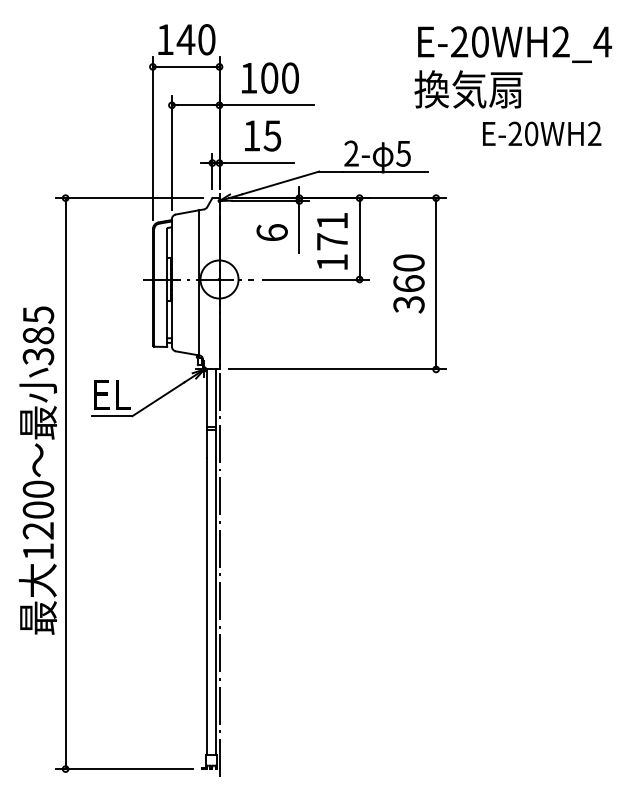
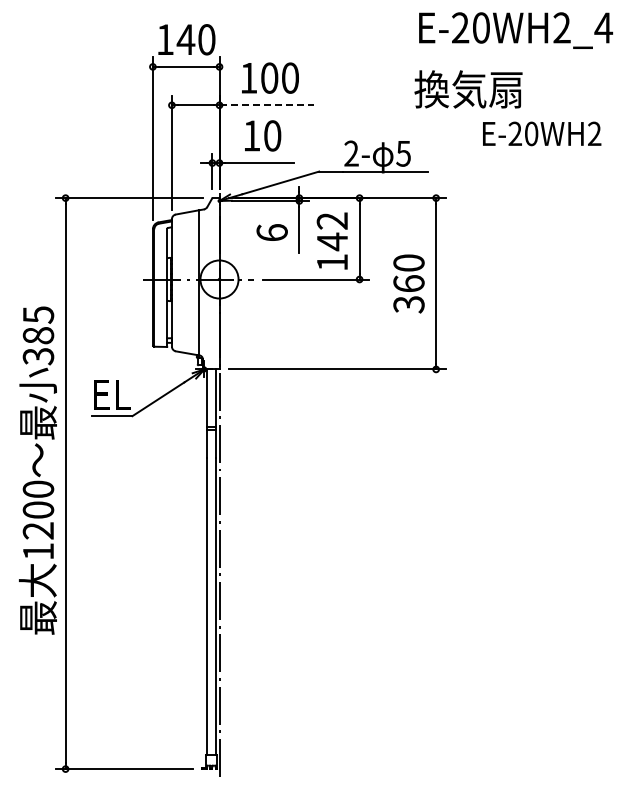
text at (514, 44) position: (514, 44) -> (515, 30)
line at (267, 105): solid -> dashed
text at (272, 135): 15 -> 10
text at (331, 231): 171 -> 142
